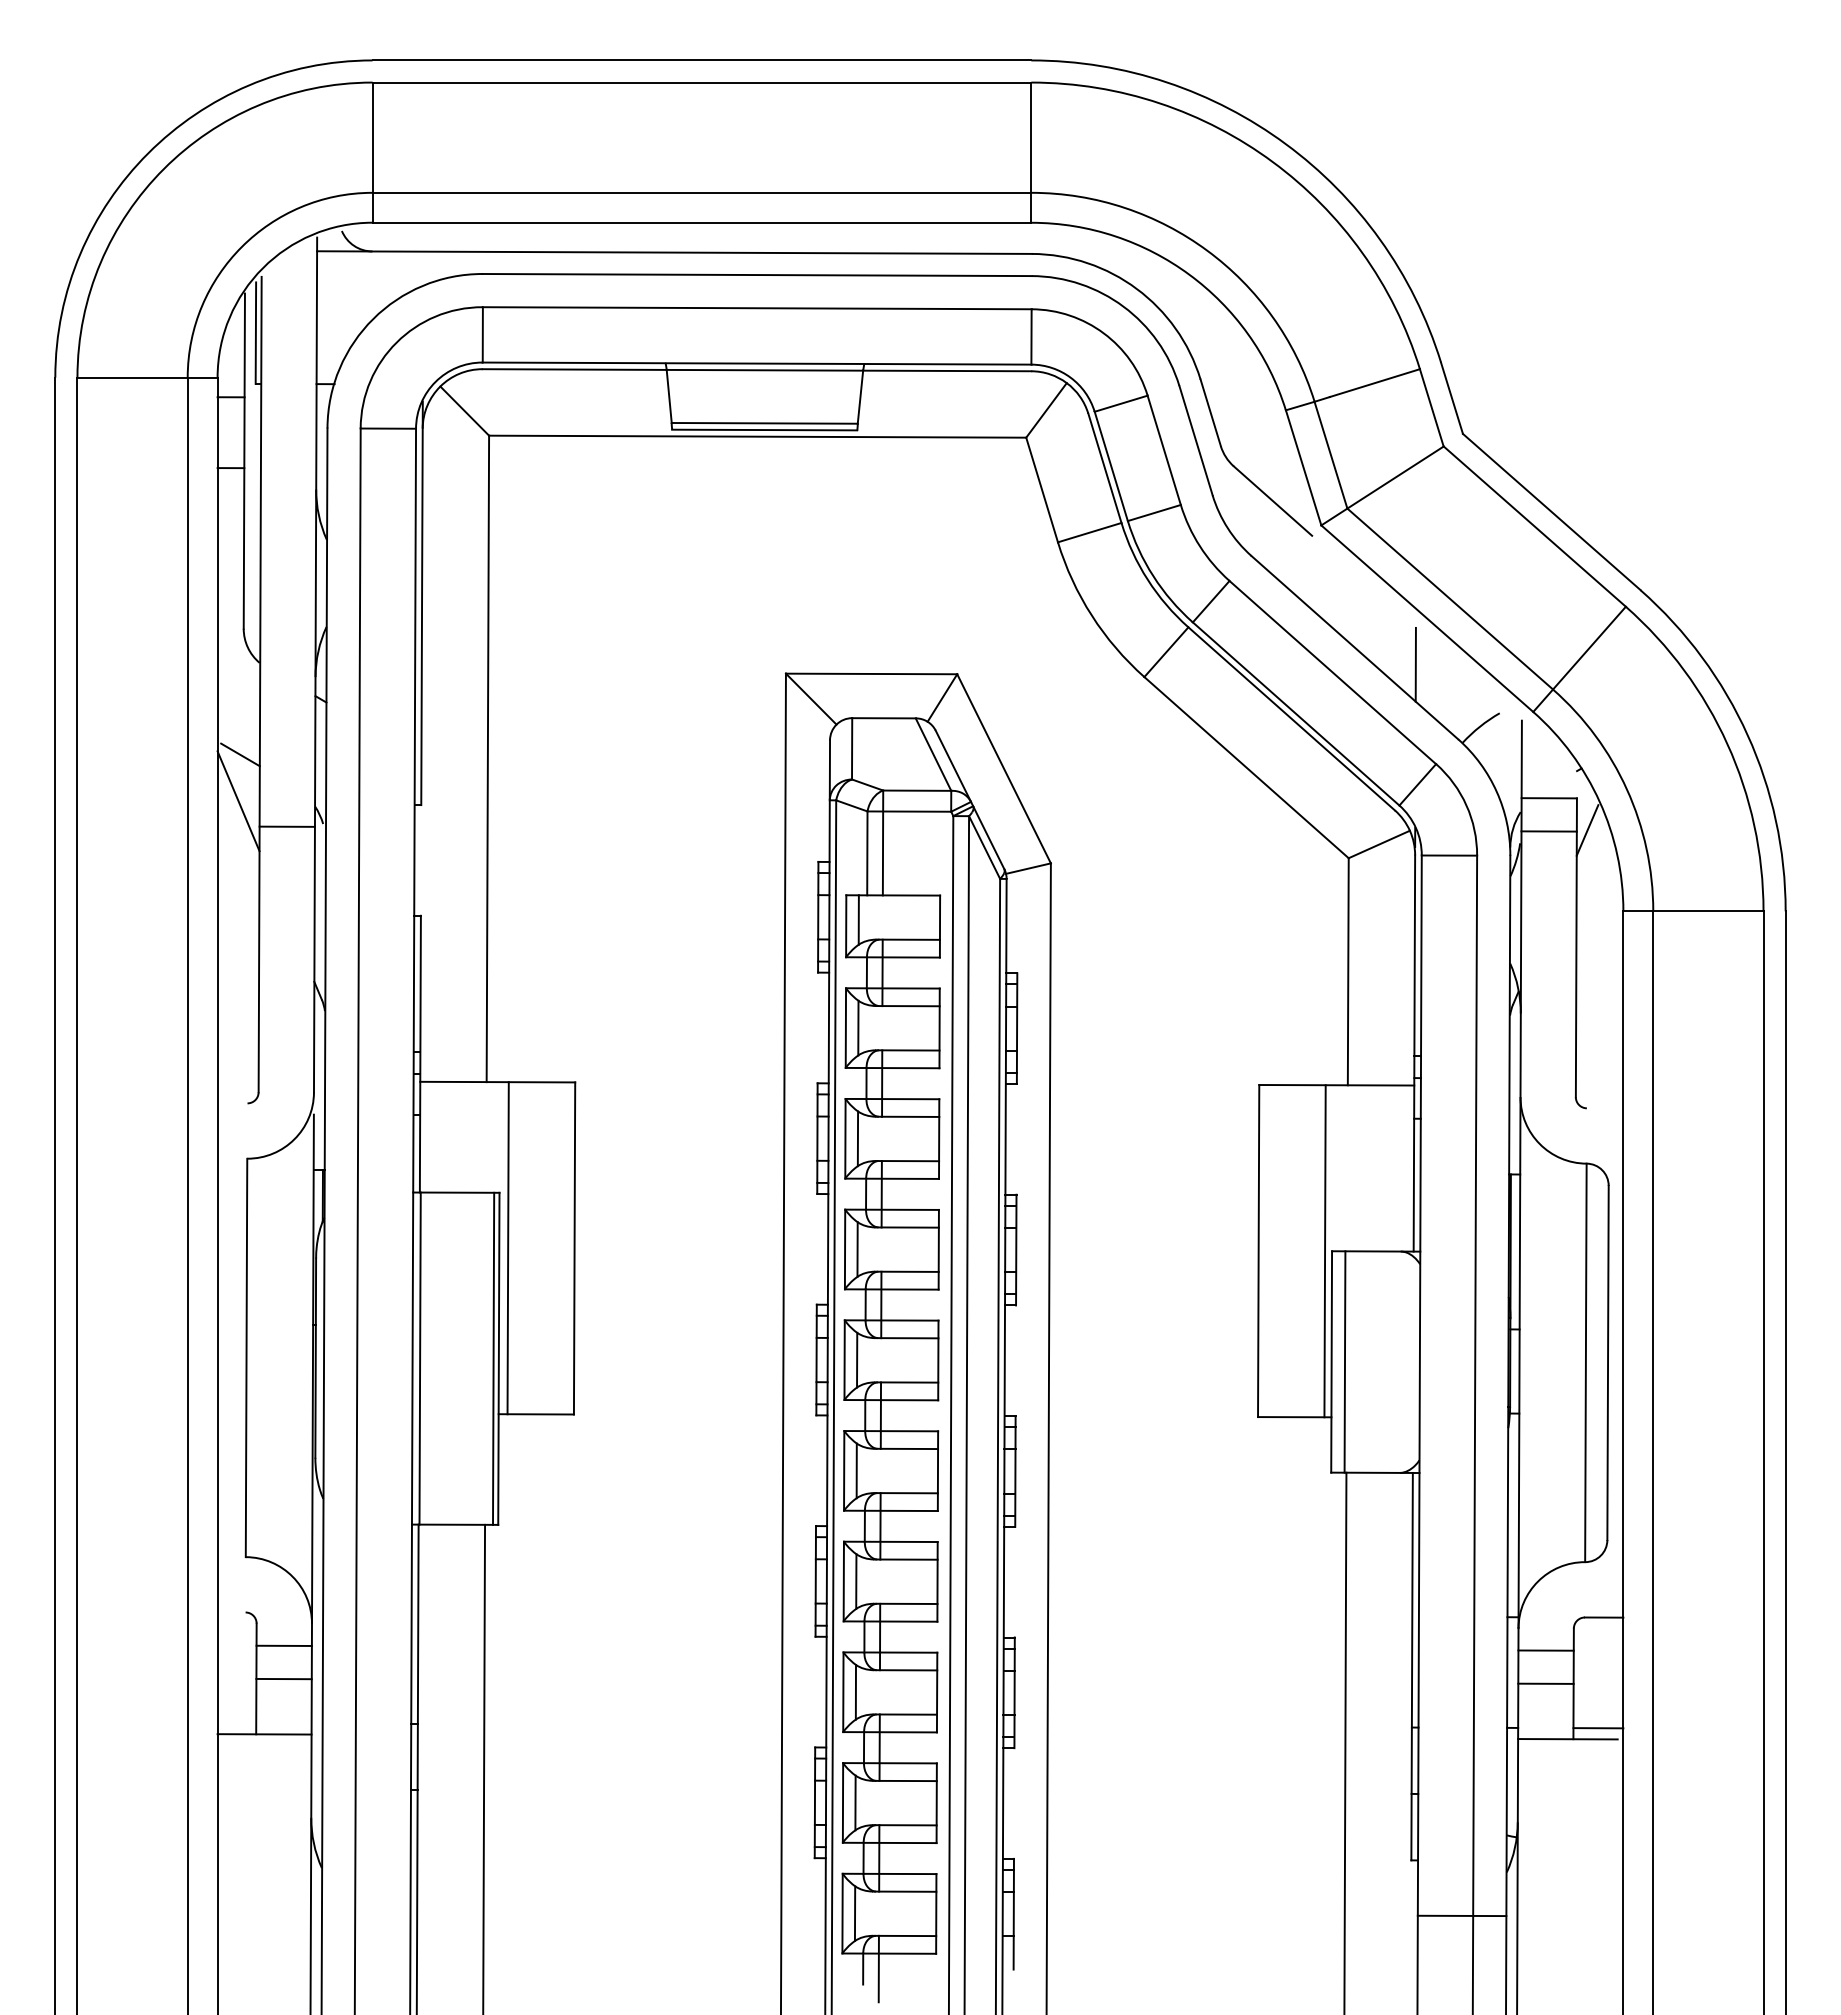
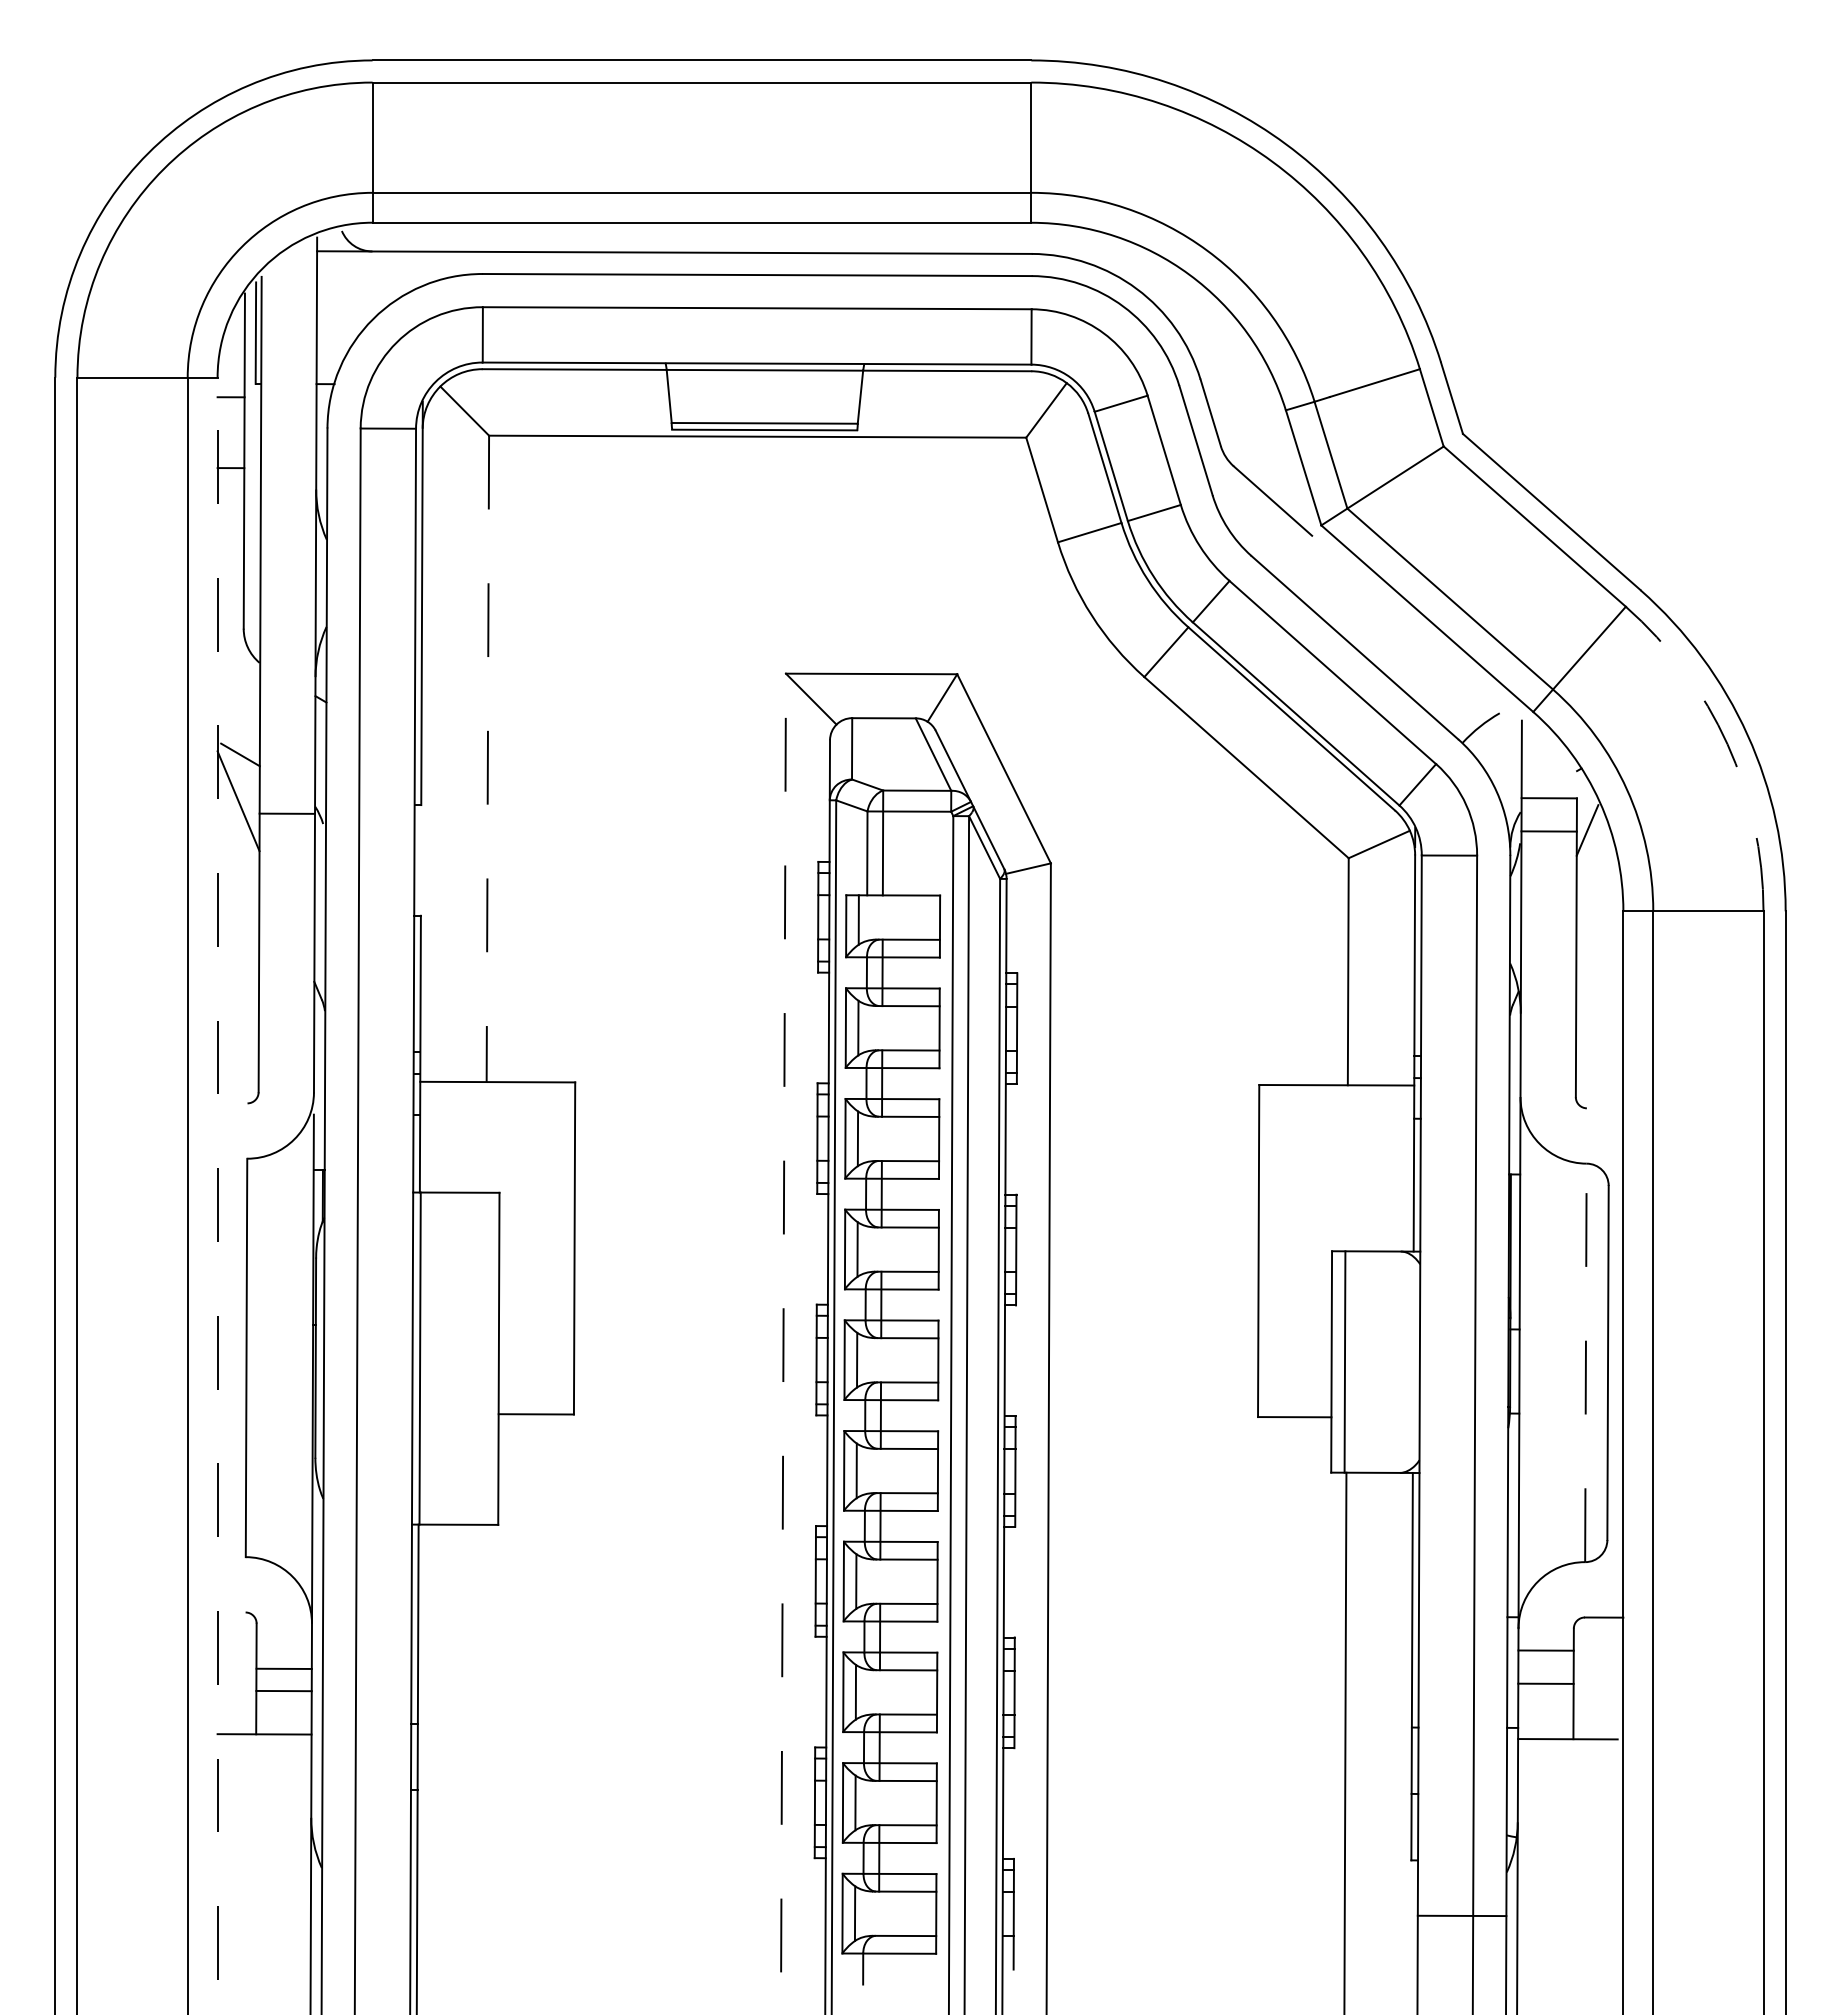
line at (1415, 664): present -> none
arc at (1727, 744): solid -> dashed
line at (487, 759): solid -> dashed
line at (286, 826) position: (286, 826) -> (286, 813)
line at (217, 1195): solid -> dashed
line at (507, 1248): present -> none
line at (1324, 1251): present -> none
line at (783, 1343): solid -> dashed
line at (493, 1358): present -> none
line at (1585, 1362): solid -> dashed
line at (283, 1645) position: (283, 1645) -> (283, 1668)
line at (283, 1678) position: (283, 1678) -> (283, 1690)
line at (1598, 1728): present -> none
line at (484, 1767): present -> none
line at (878, 1968): present -> none
